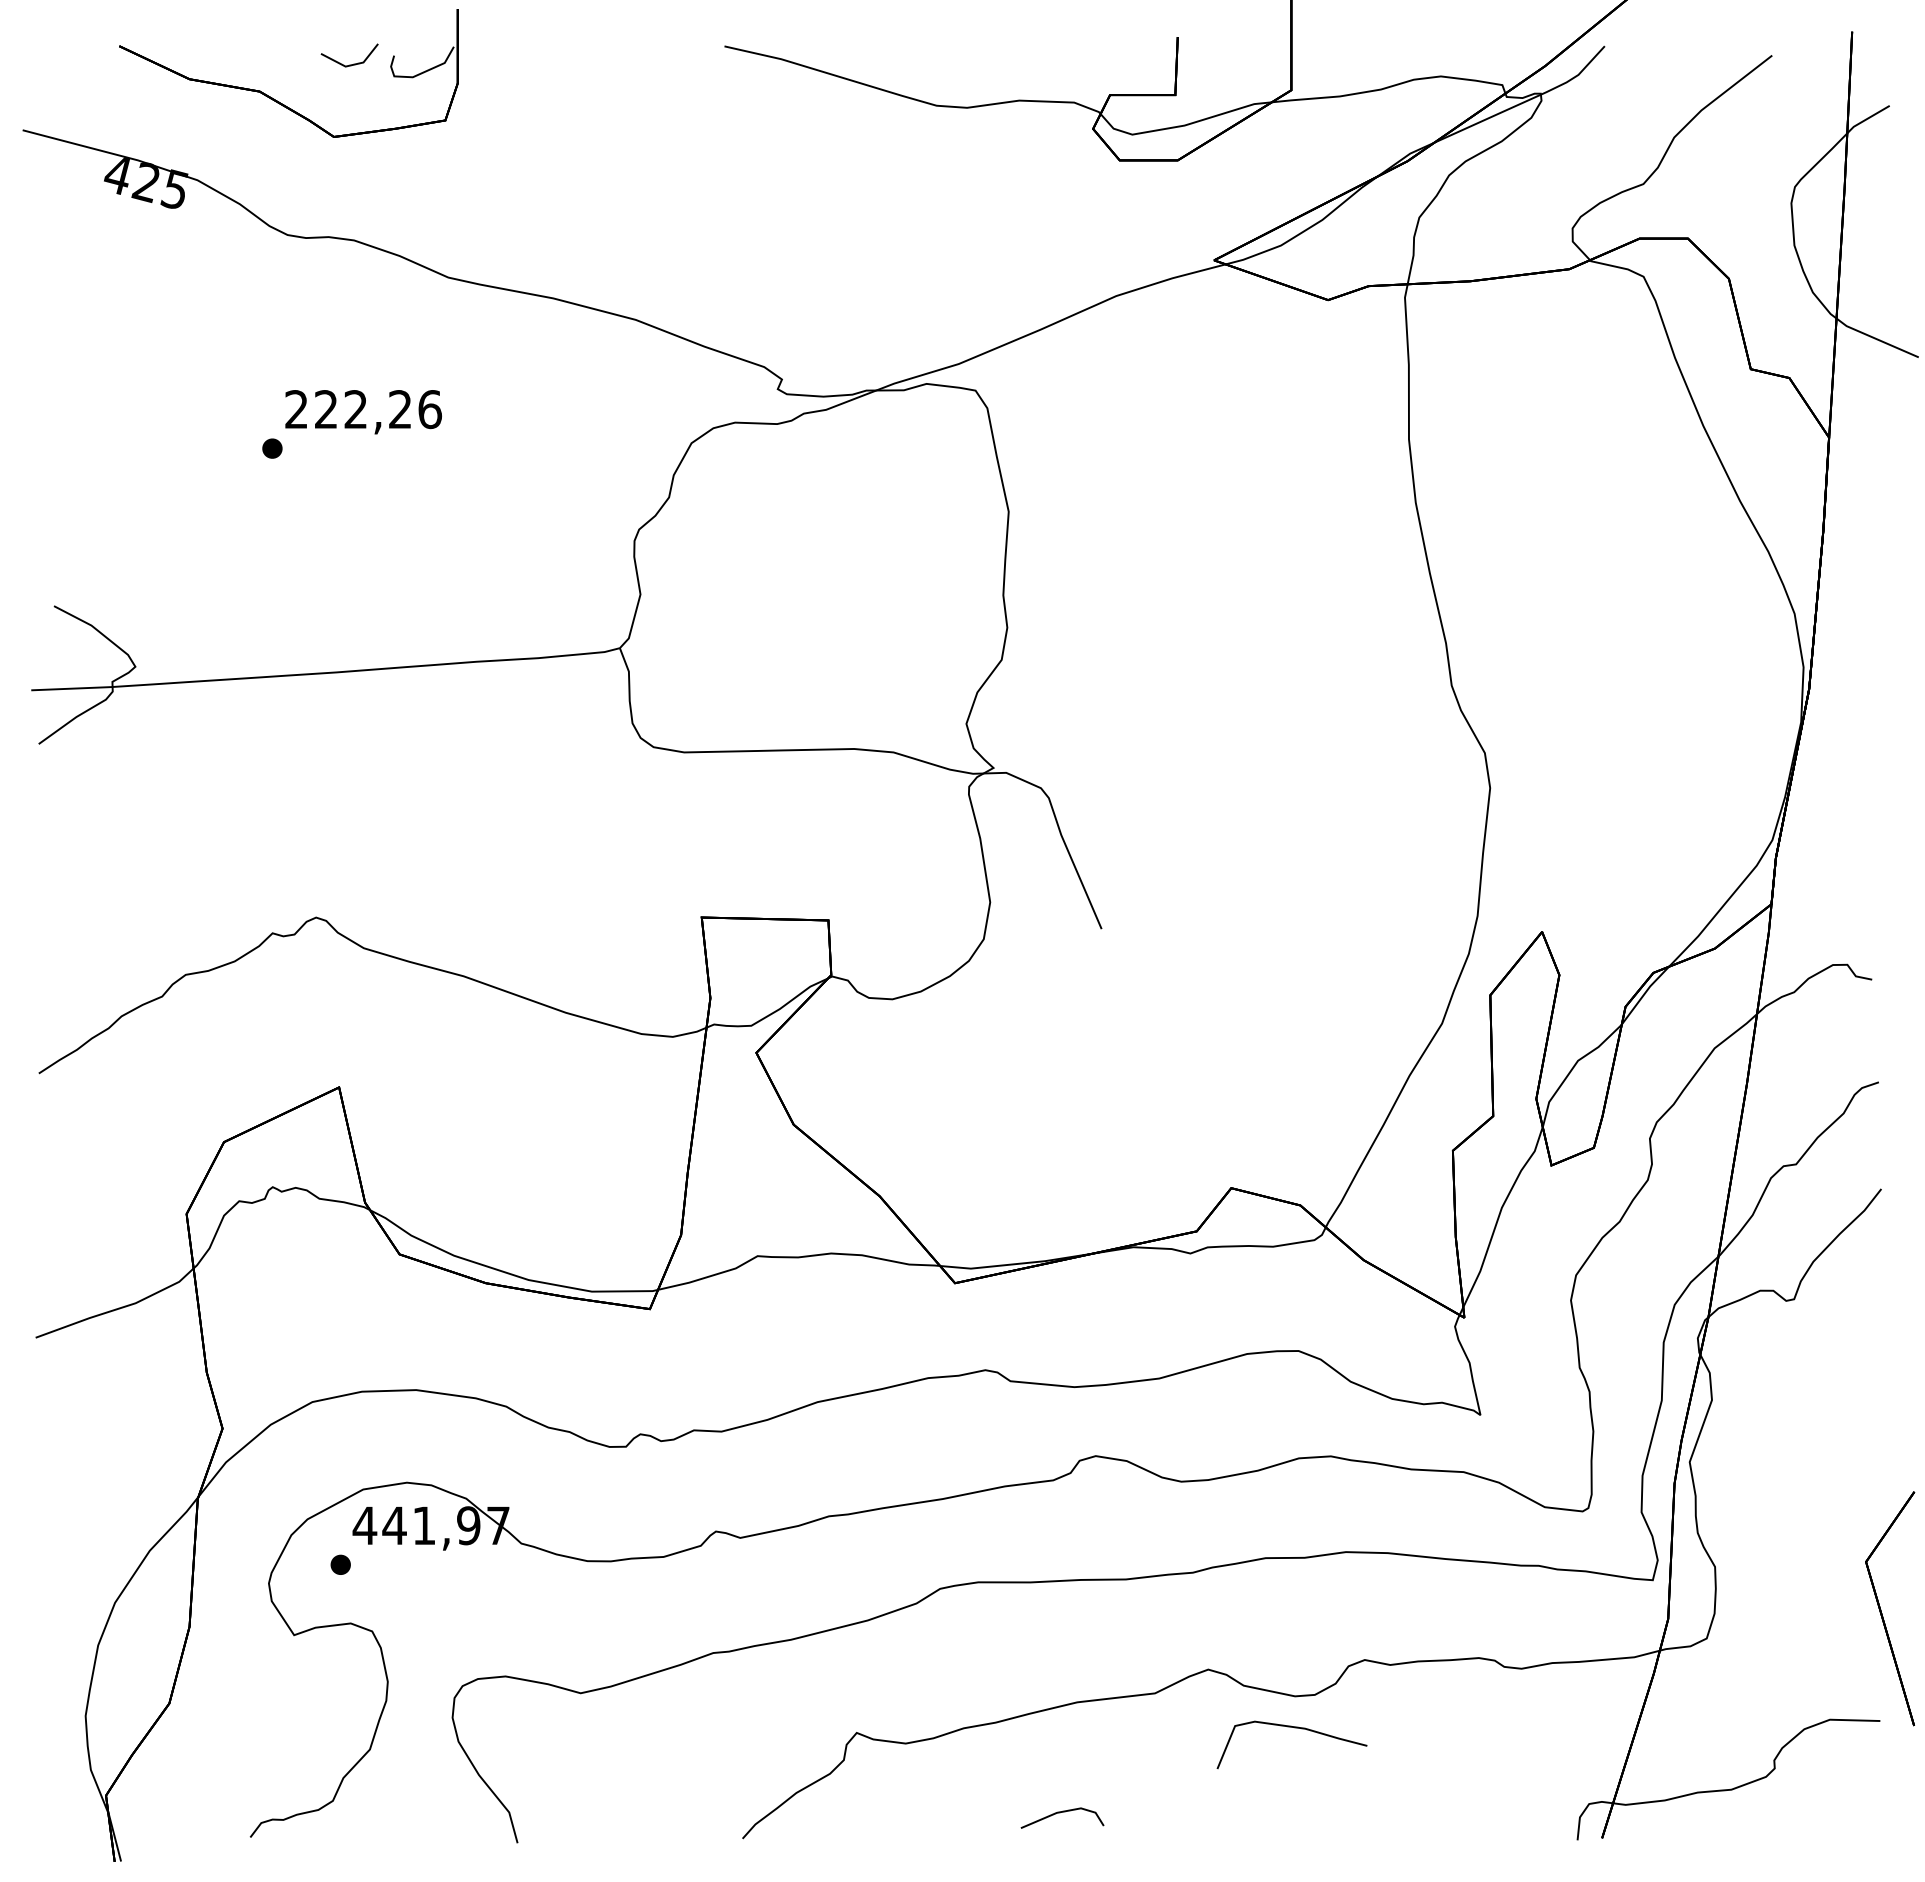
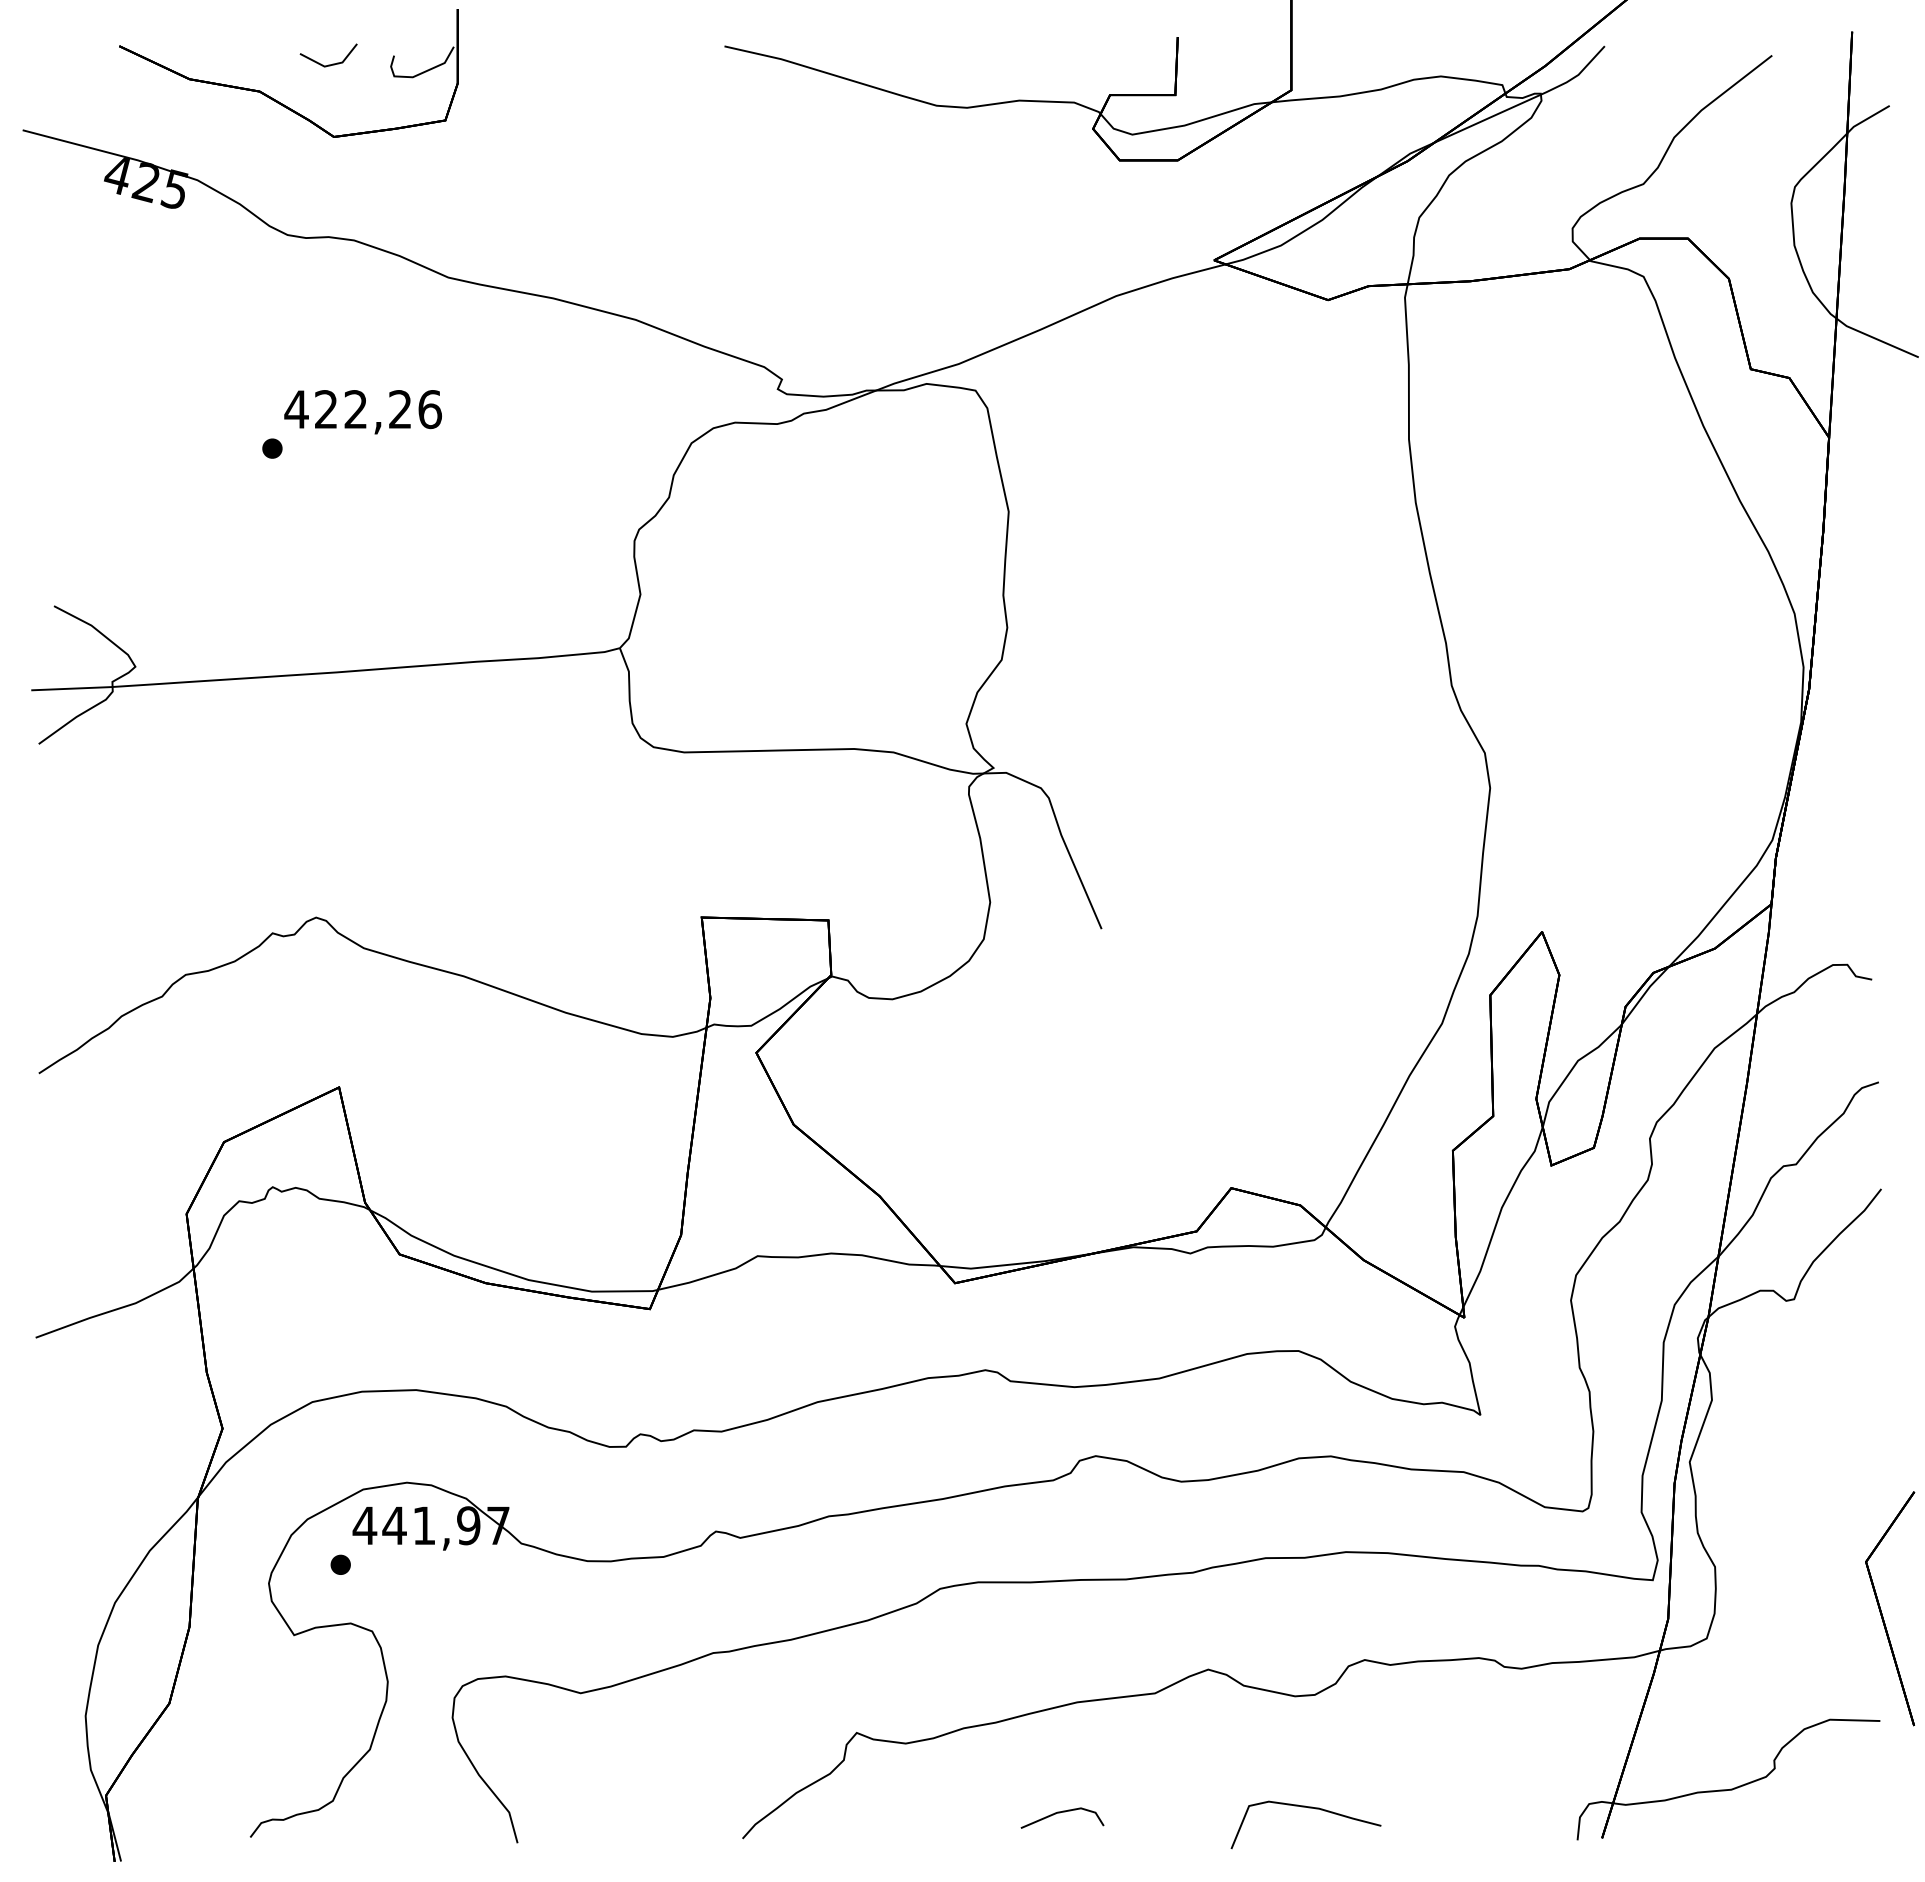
line at (353, 63) position: (353, 63) -> (332, 63)
text at (296, 409): 222,26 -> 422,26
curve at (1294, 1728) position: (1294, 1728) -> (1308, 1808)
